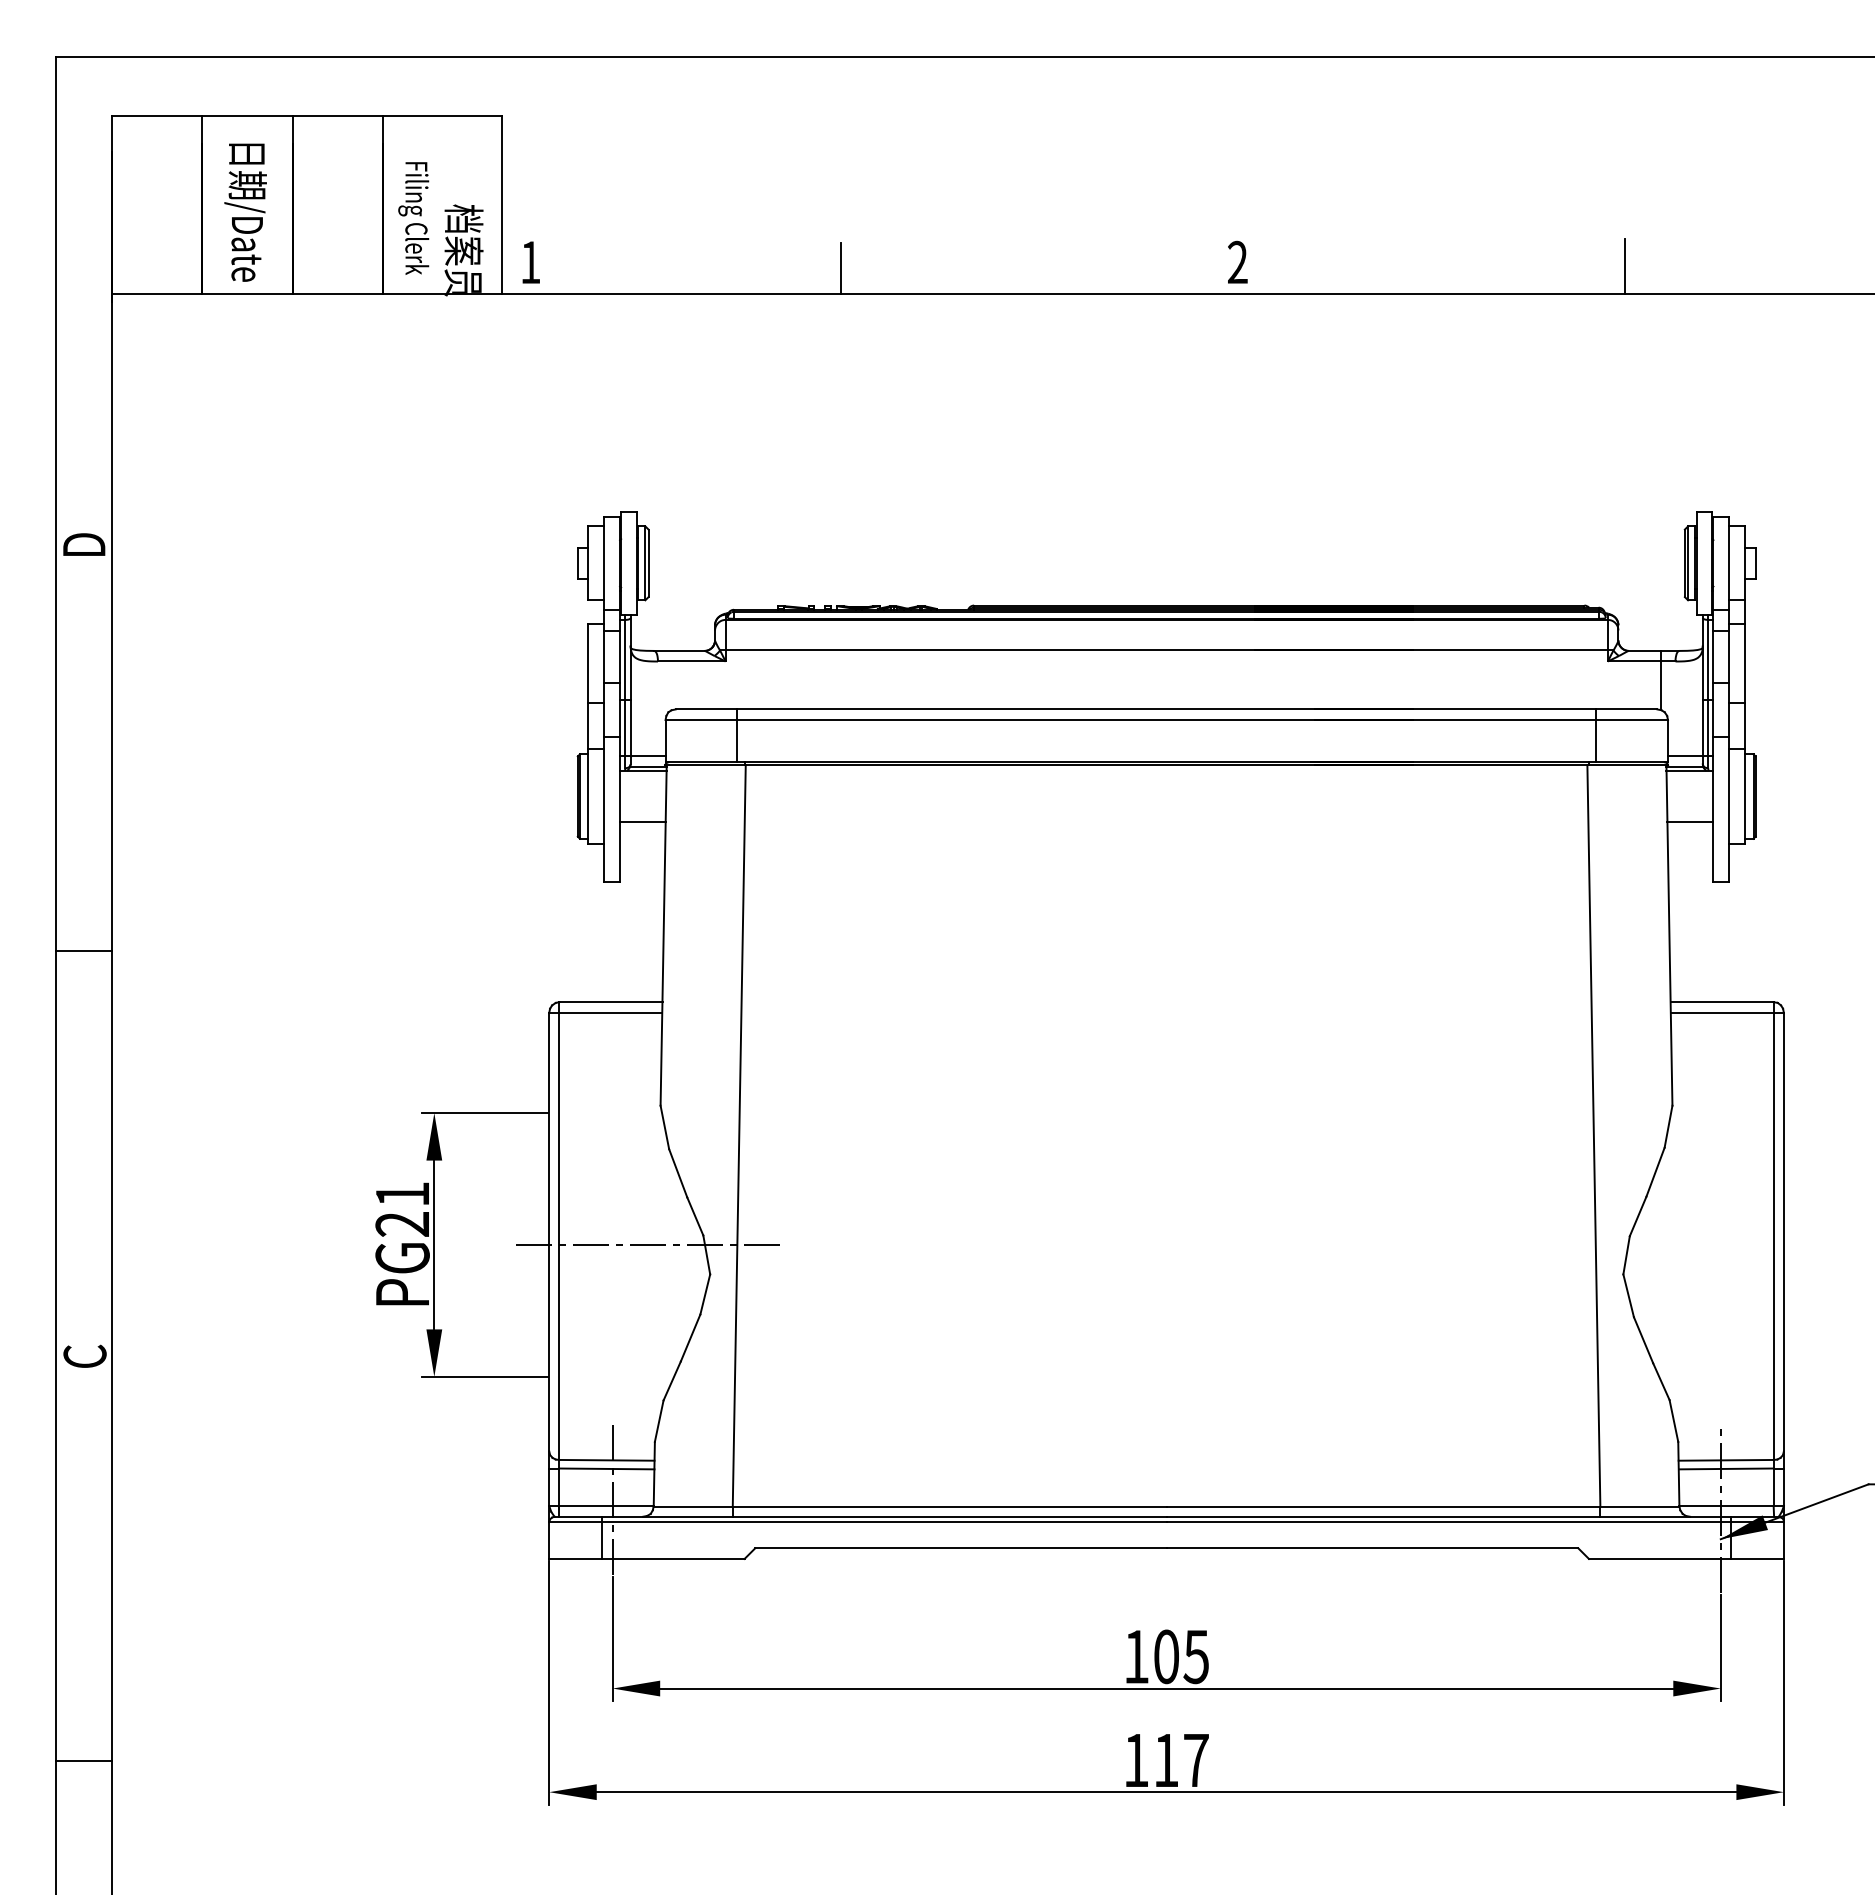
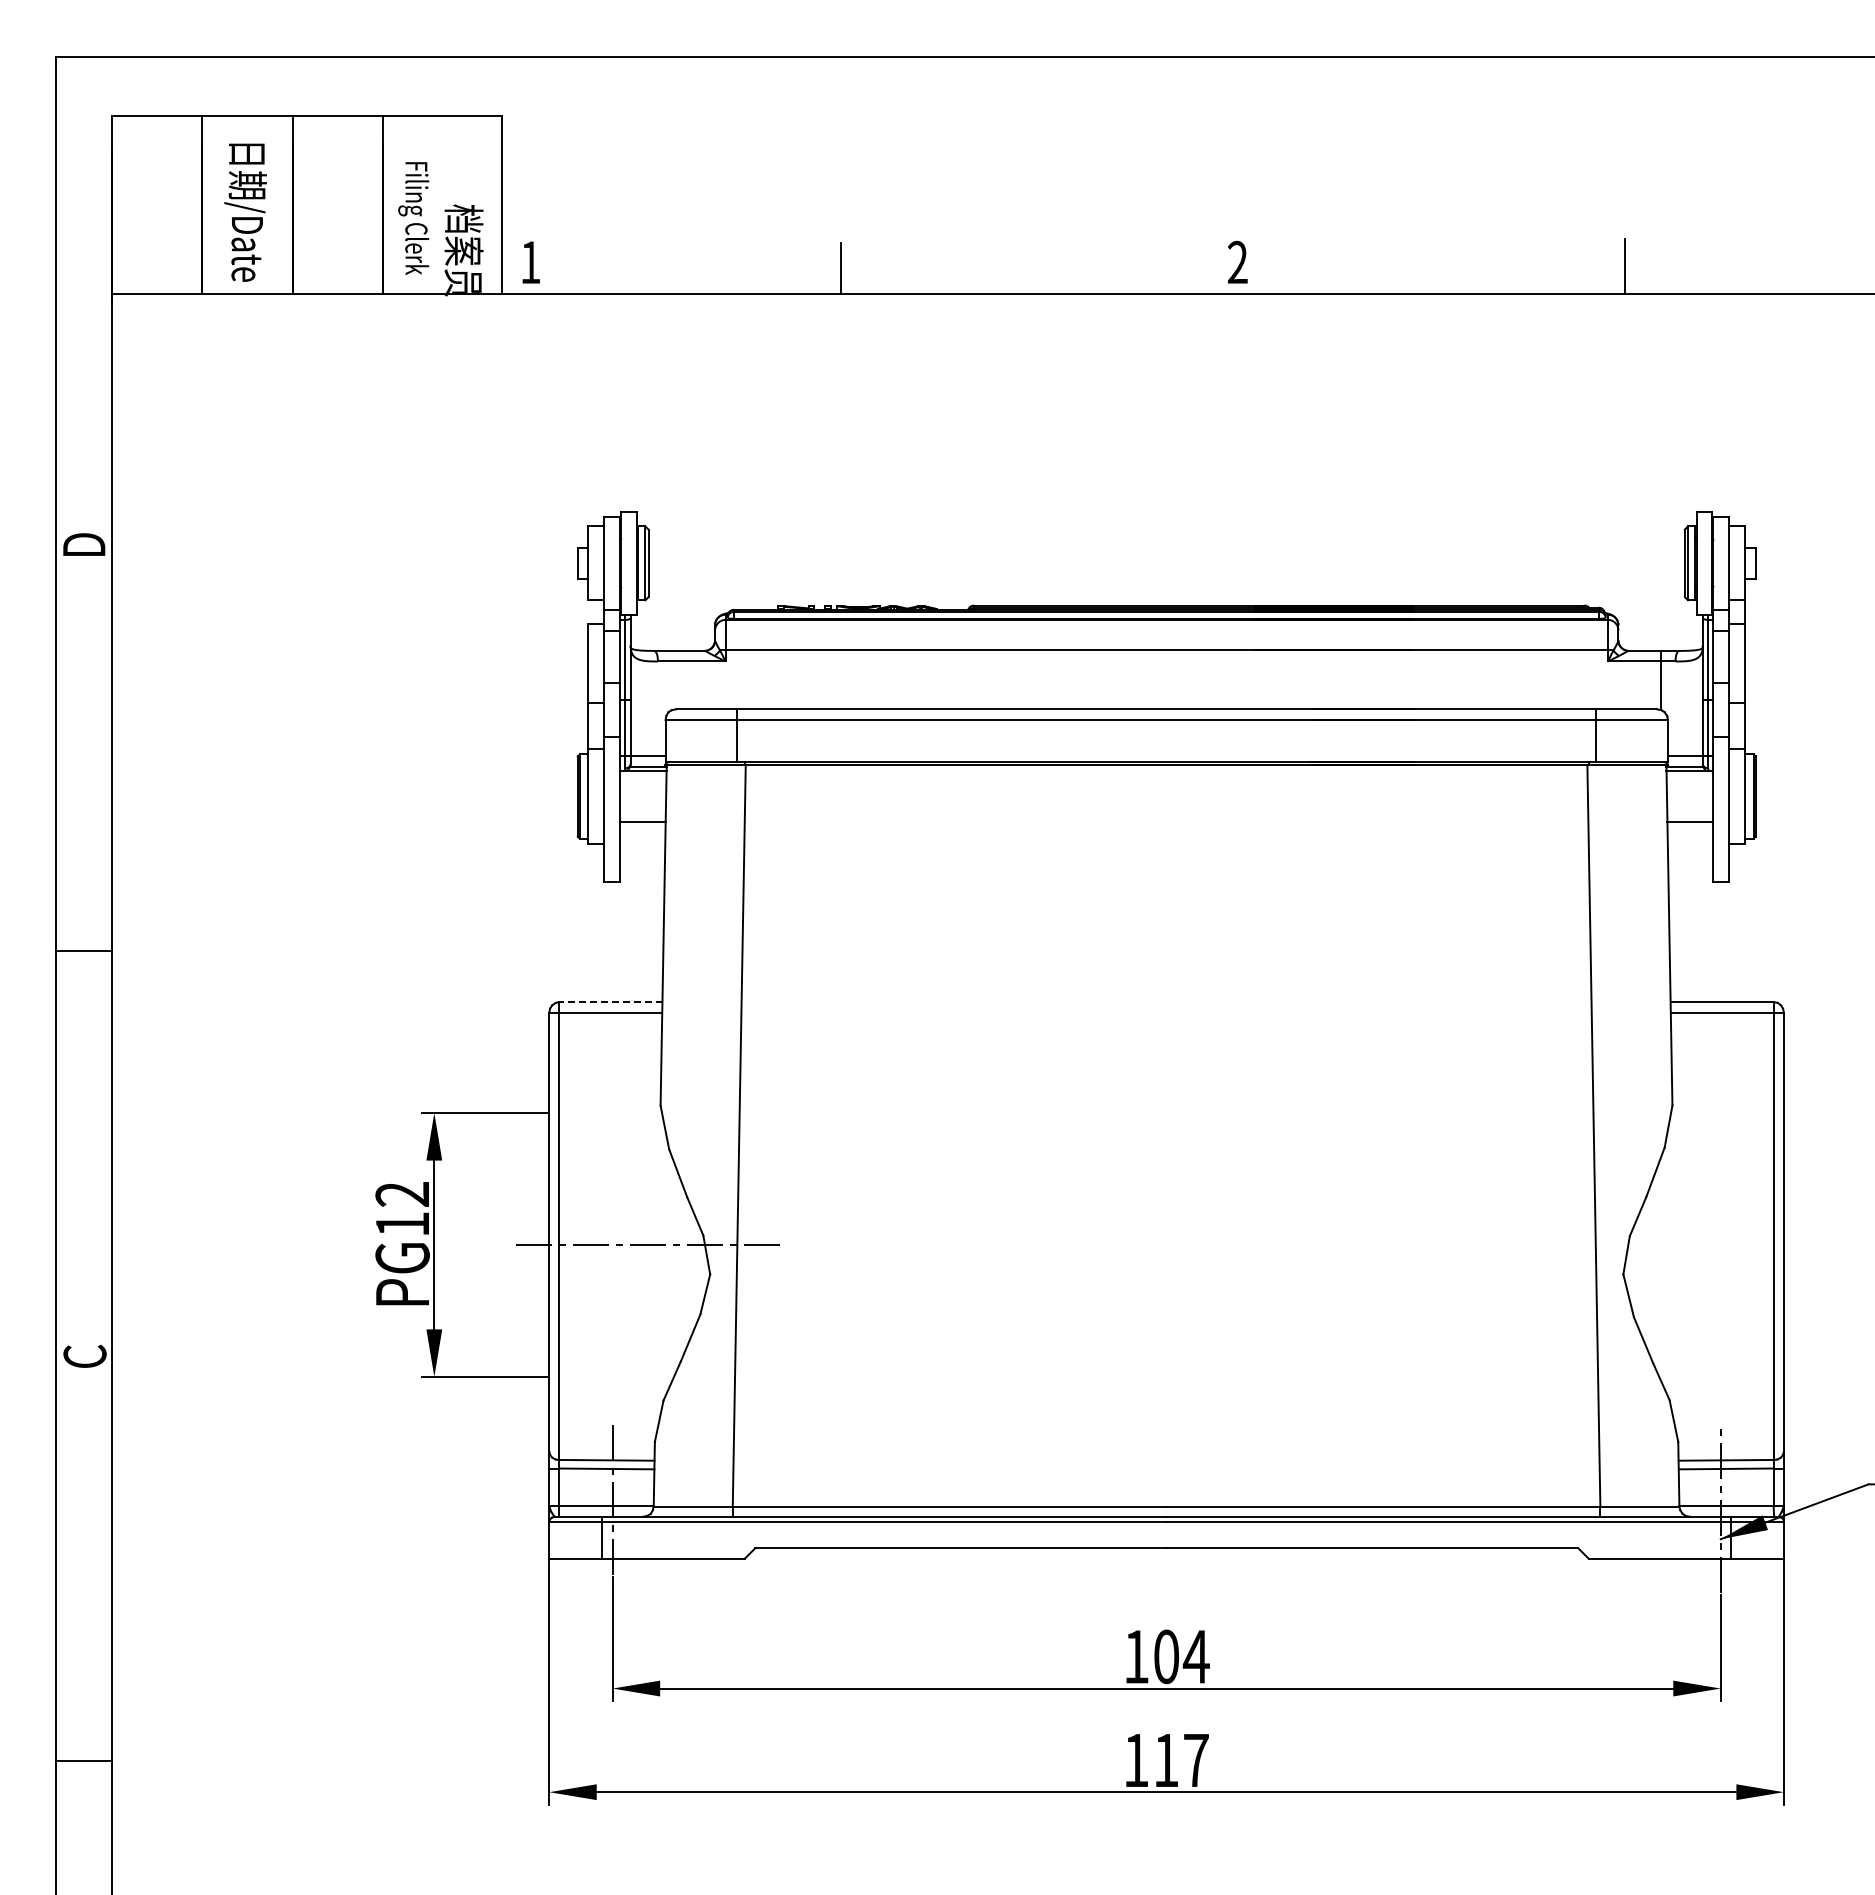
line at (611, 1002): solid -> dashed
text at (401, 1209): PG21 -> PG12
text at (1195, 1657): 105 -> 104
